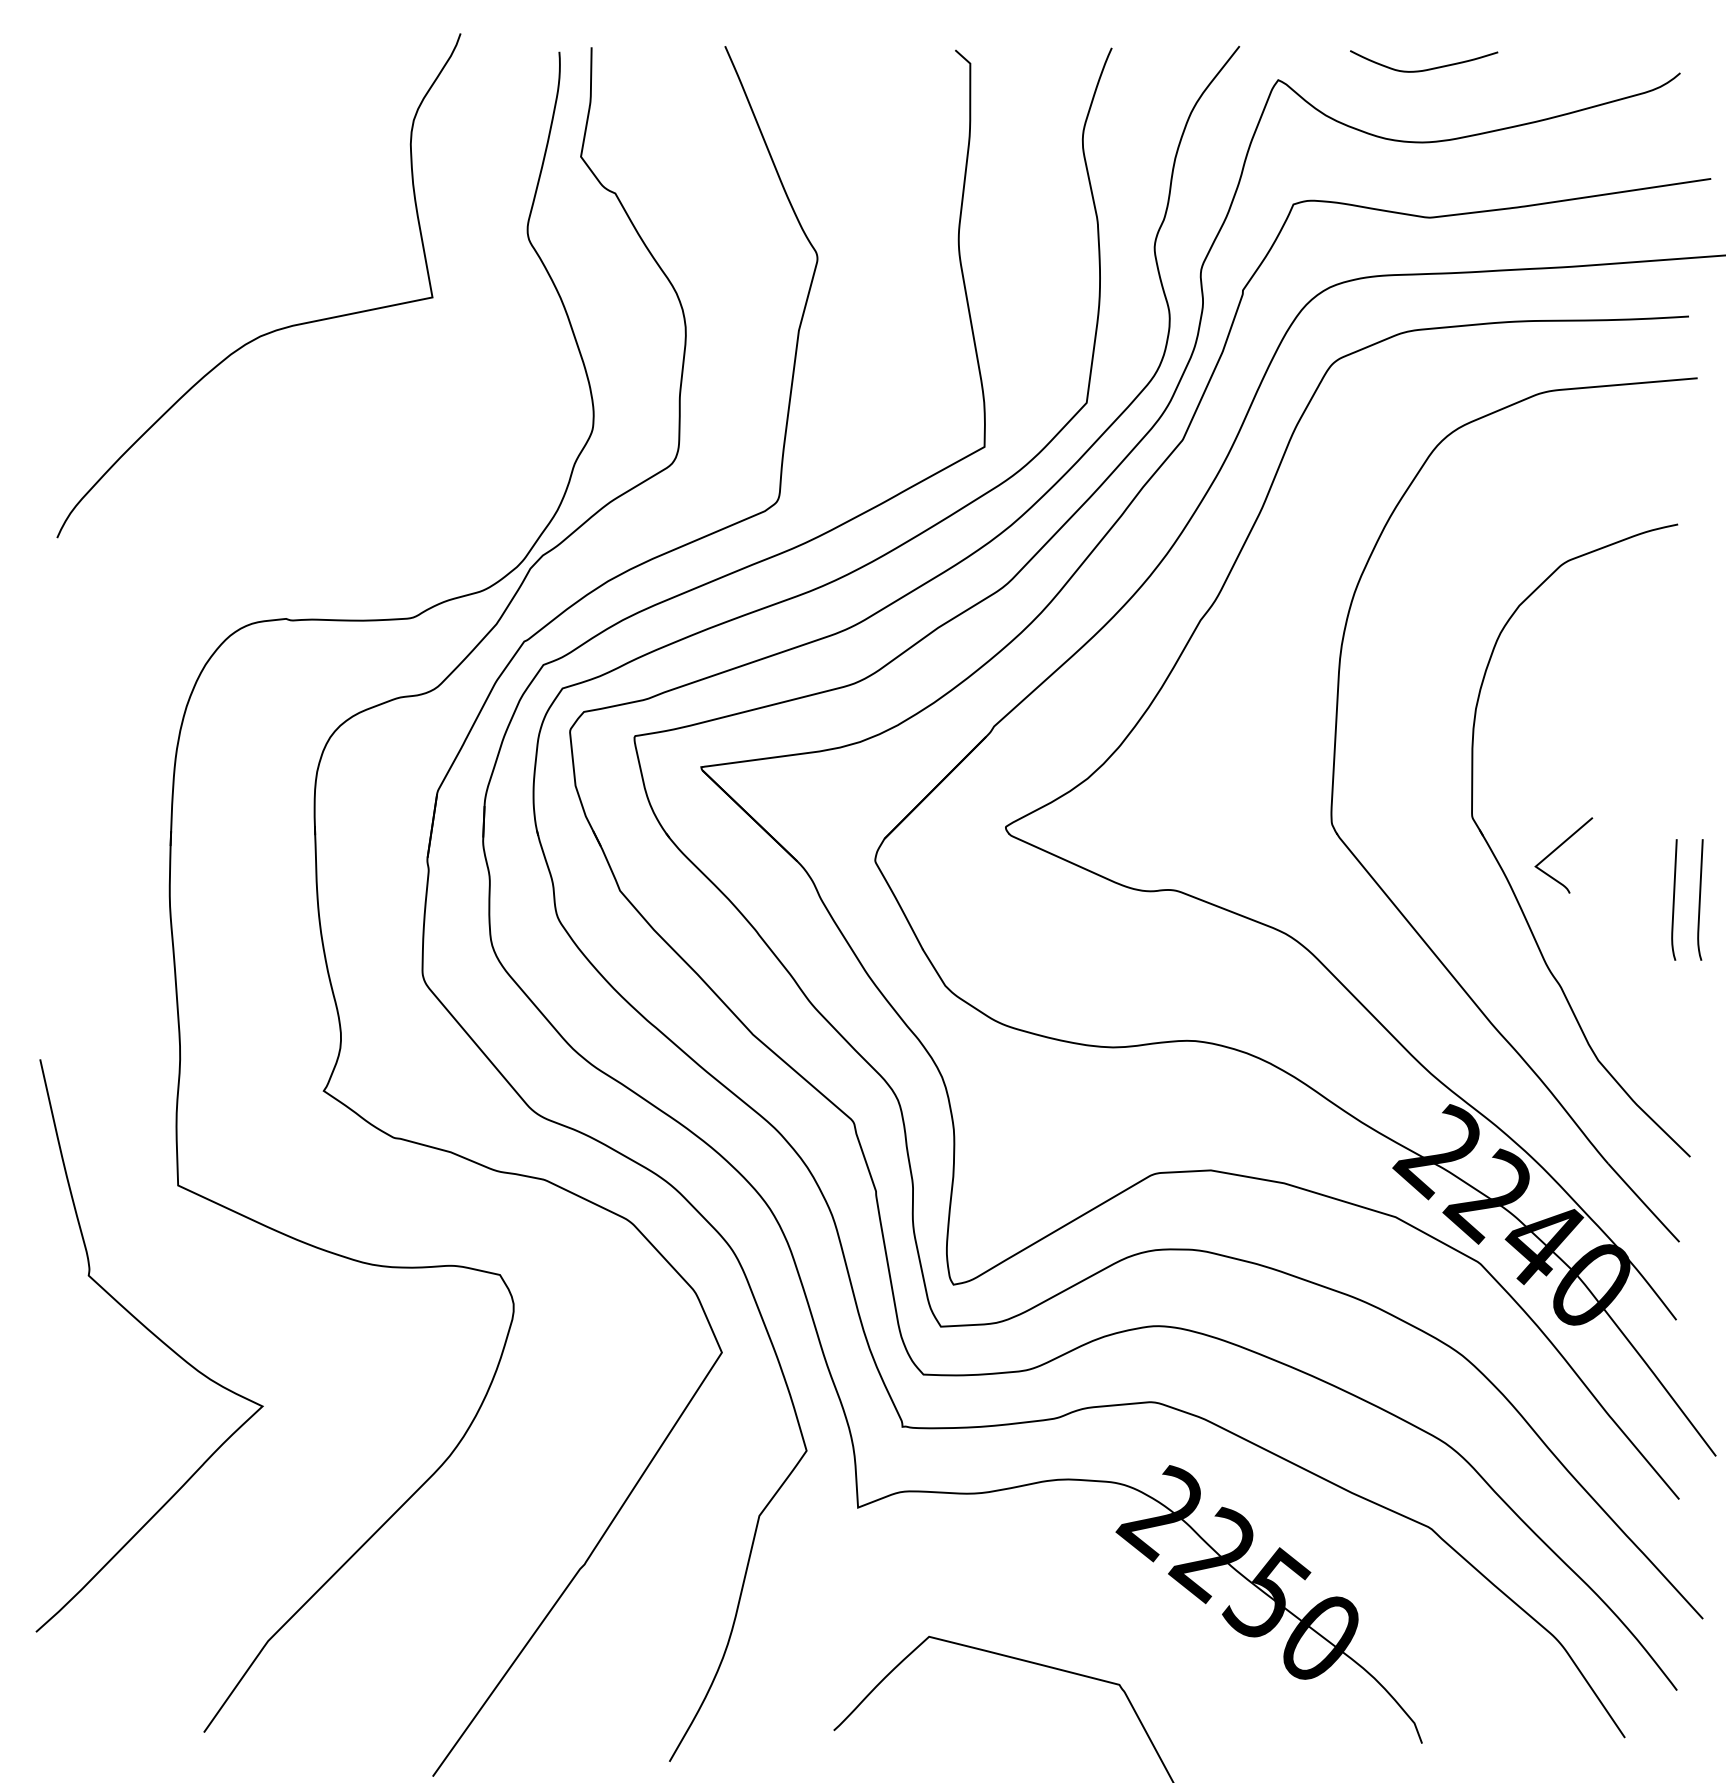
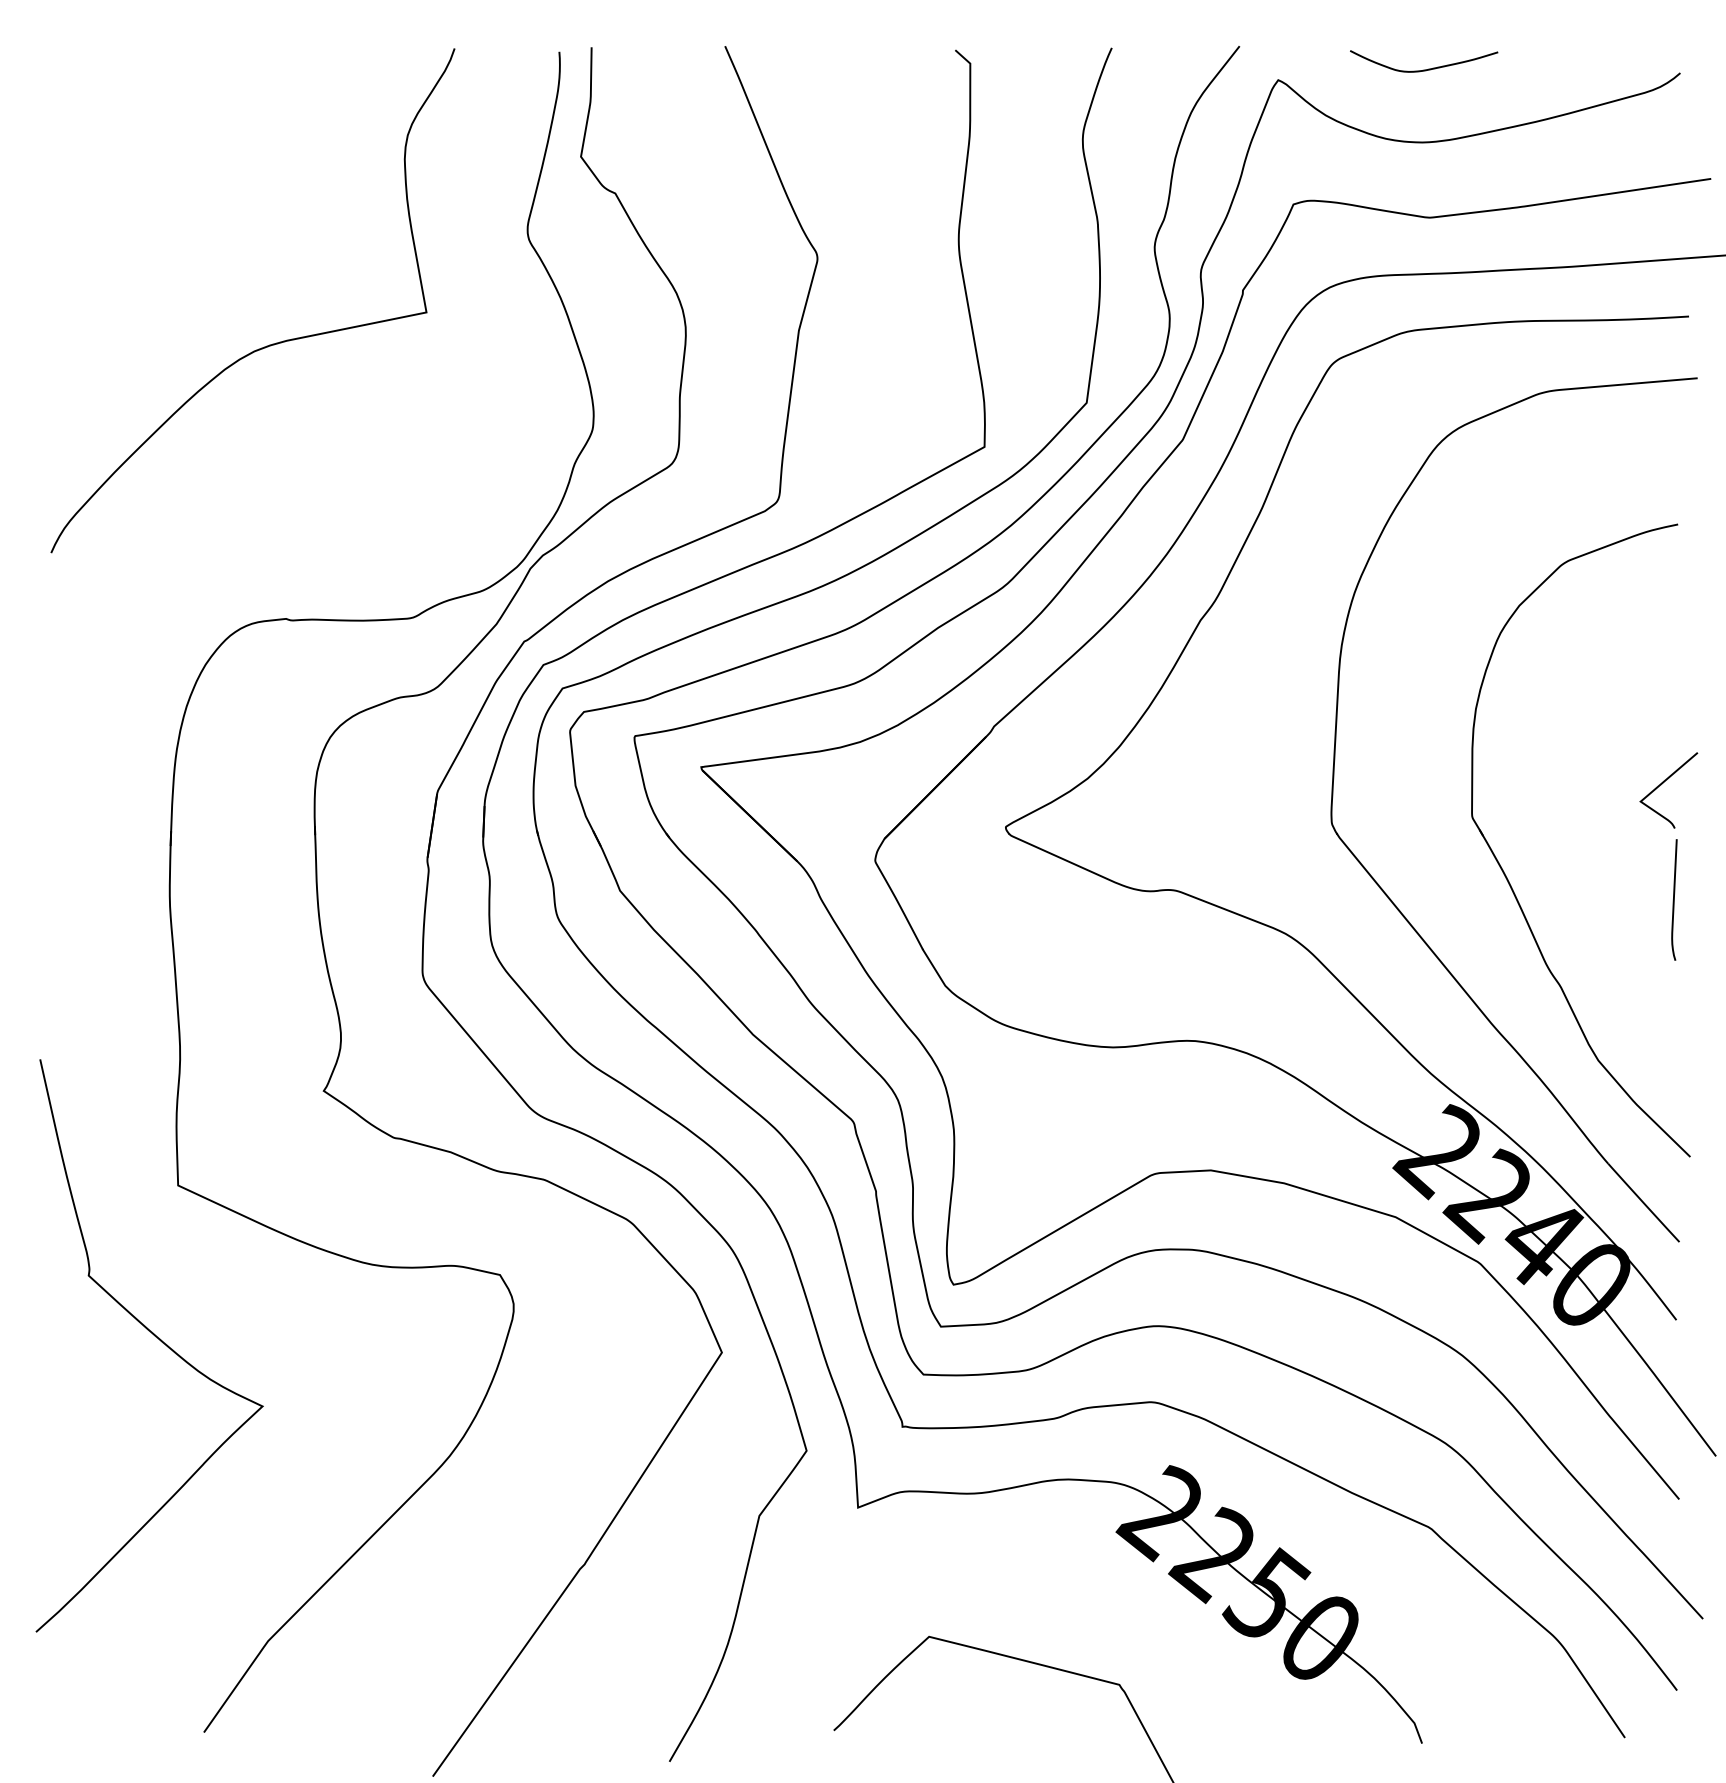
curve at (272, 330) position: (272, 330) -> (266, 345)
curve at (1557, 849) position: (1557, 849) -> (1662, 784)
curve at (1700, 899): present -> none
